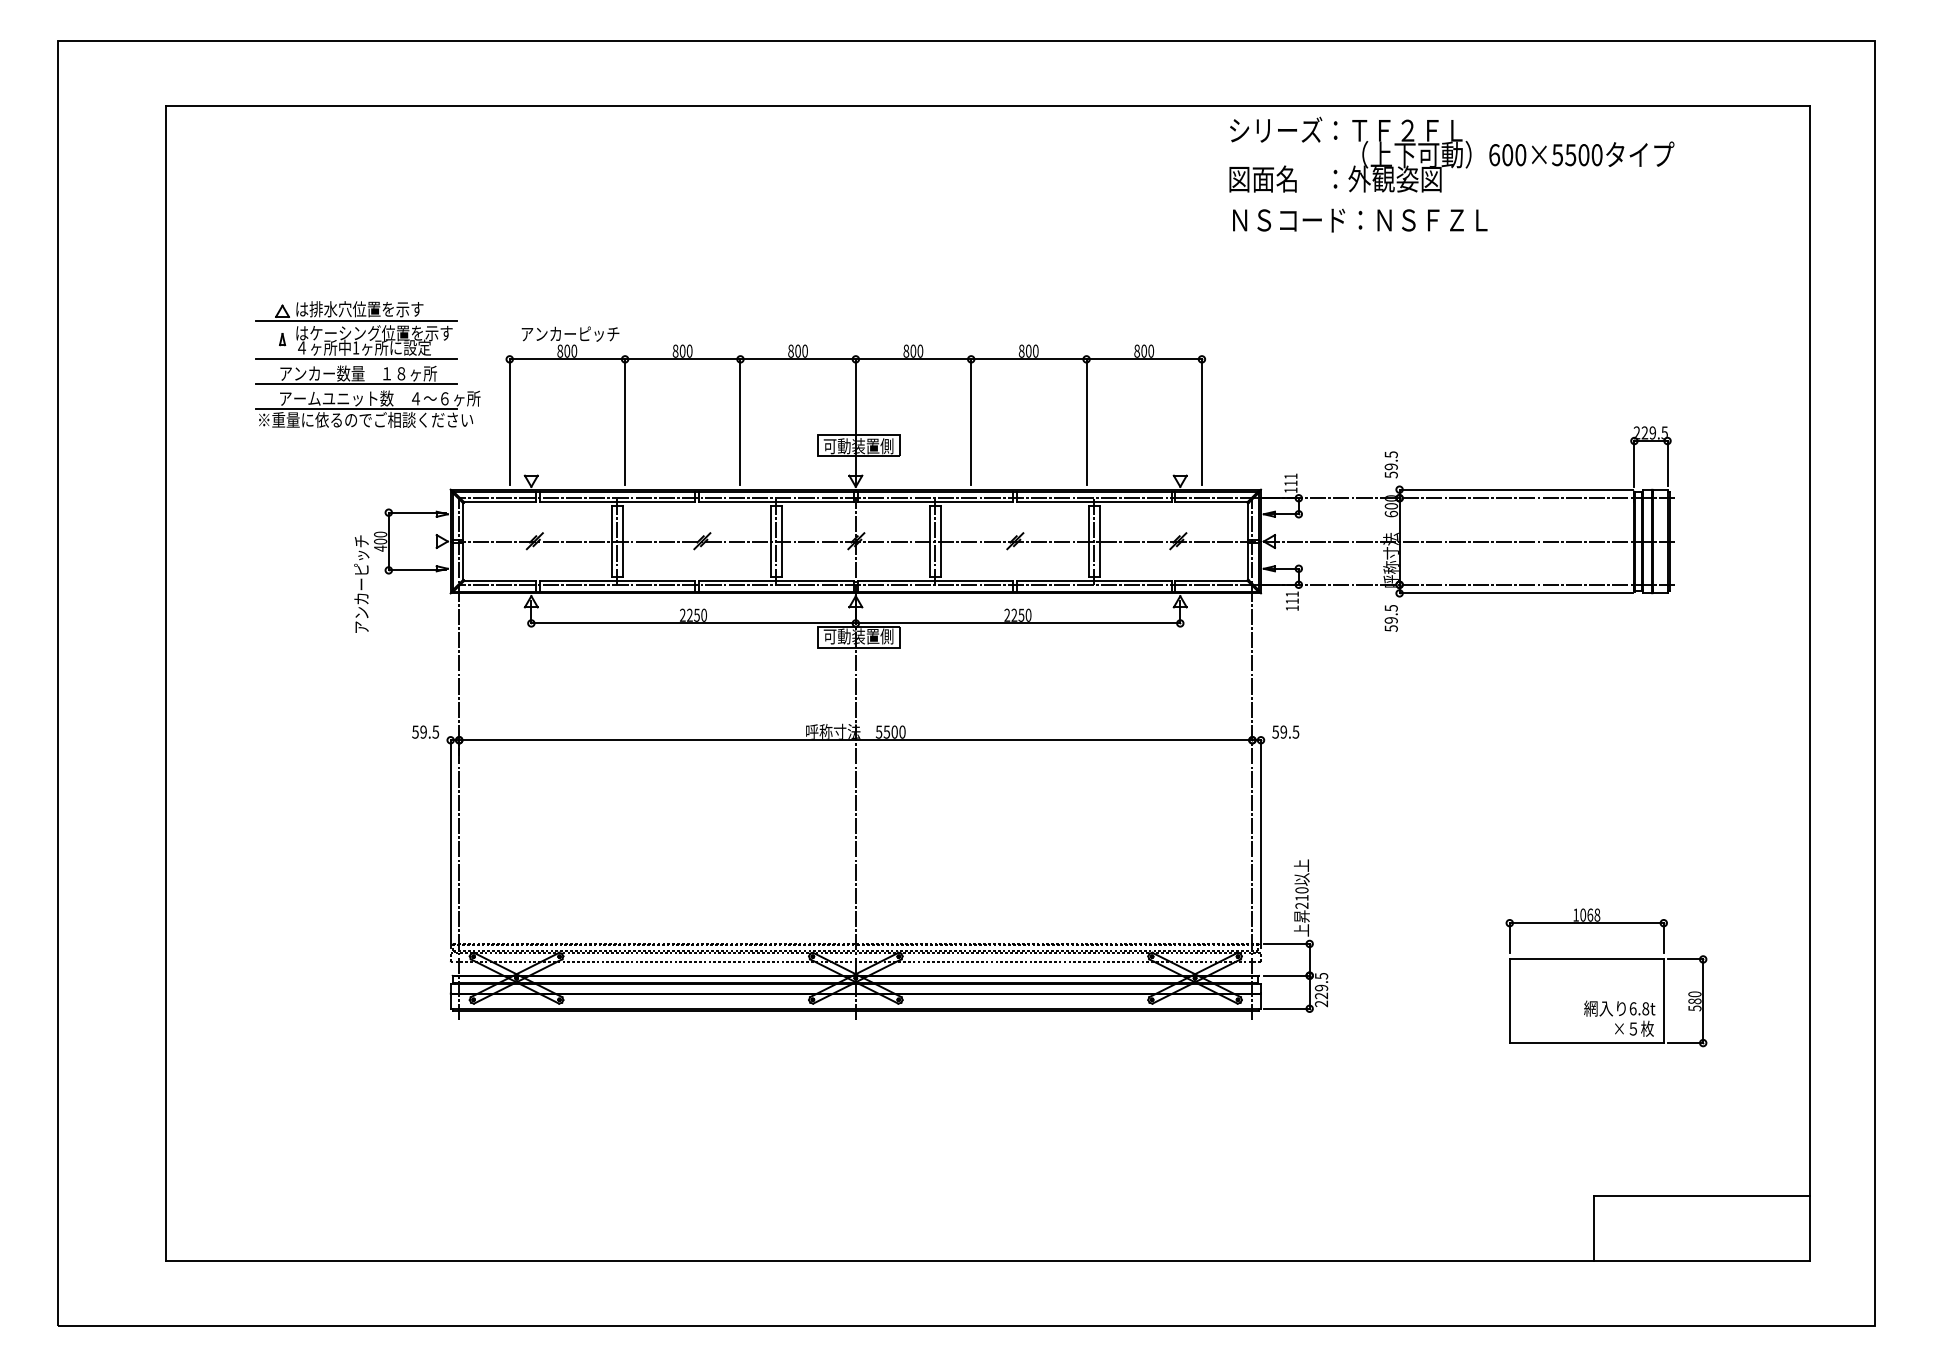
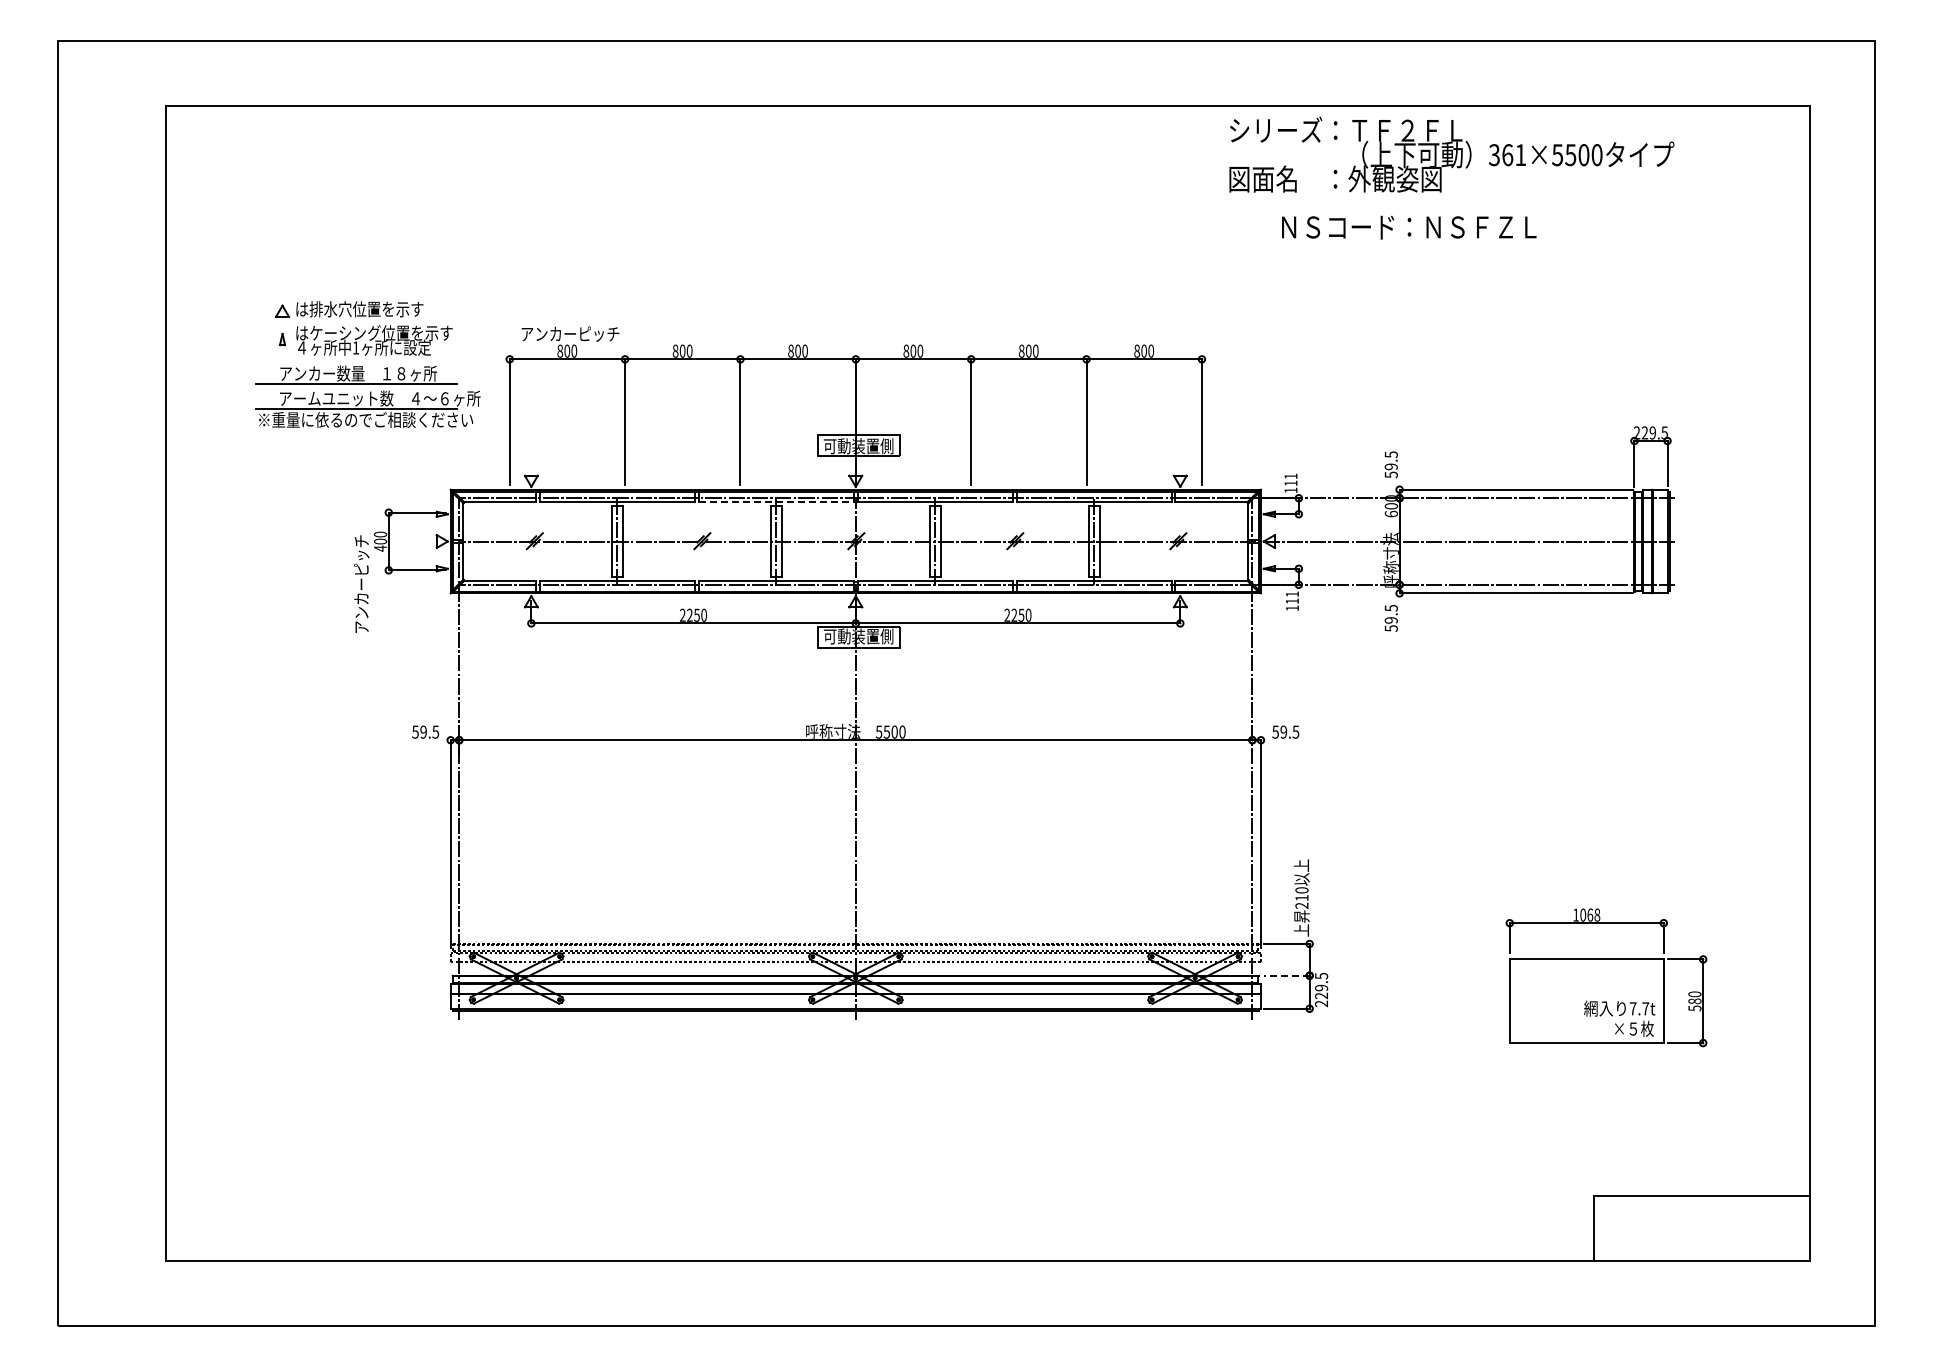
text at (1507, 155): 600×5500 -> 361×5500
text at (1360, 220) position: (1360, 220) -> (1409, 227)
line at (356, 320): present -> none
line at (356, 359): present -> none
line at (776, 502): solid -> dashed
line at (1286, 975): solid -> dashed
text at (1639, 1008): 6.8t -> 7.7t
